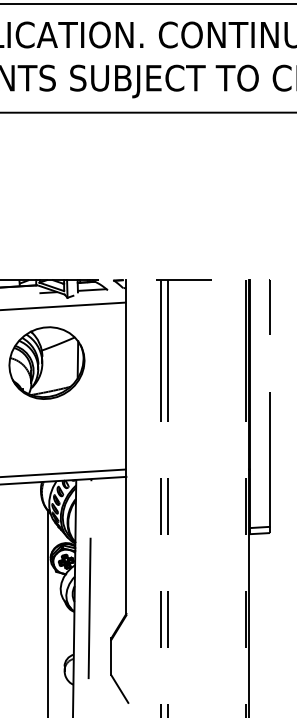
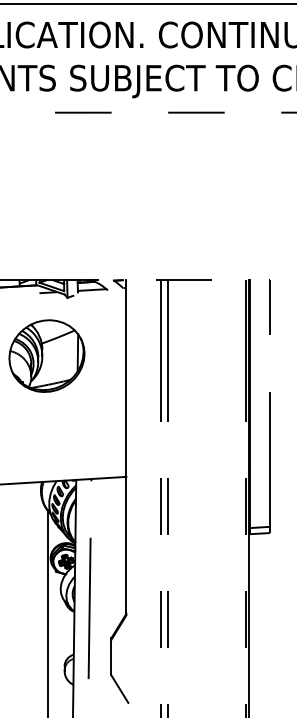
line at (148, 112): solid -> dashed
line at (64, 306): present -> none
part at (46, 362) position: (46, 362) -> (46, 355)
line at (64, 473): present -> none
